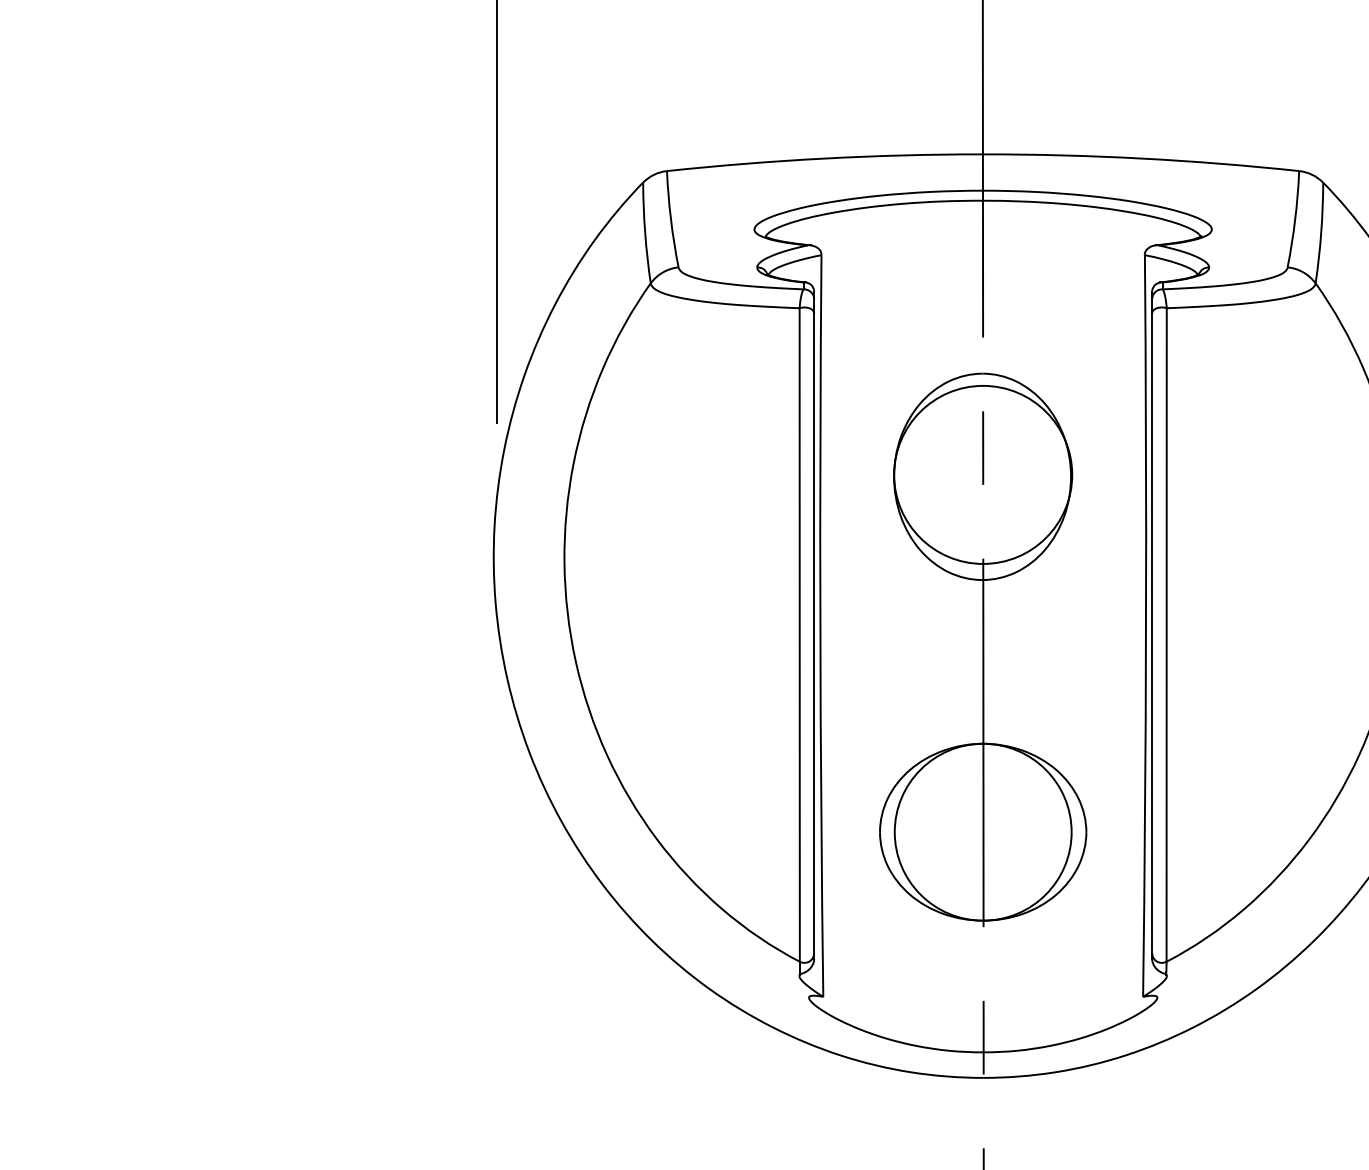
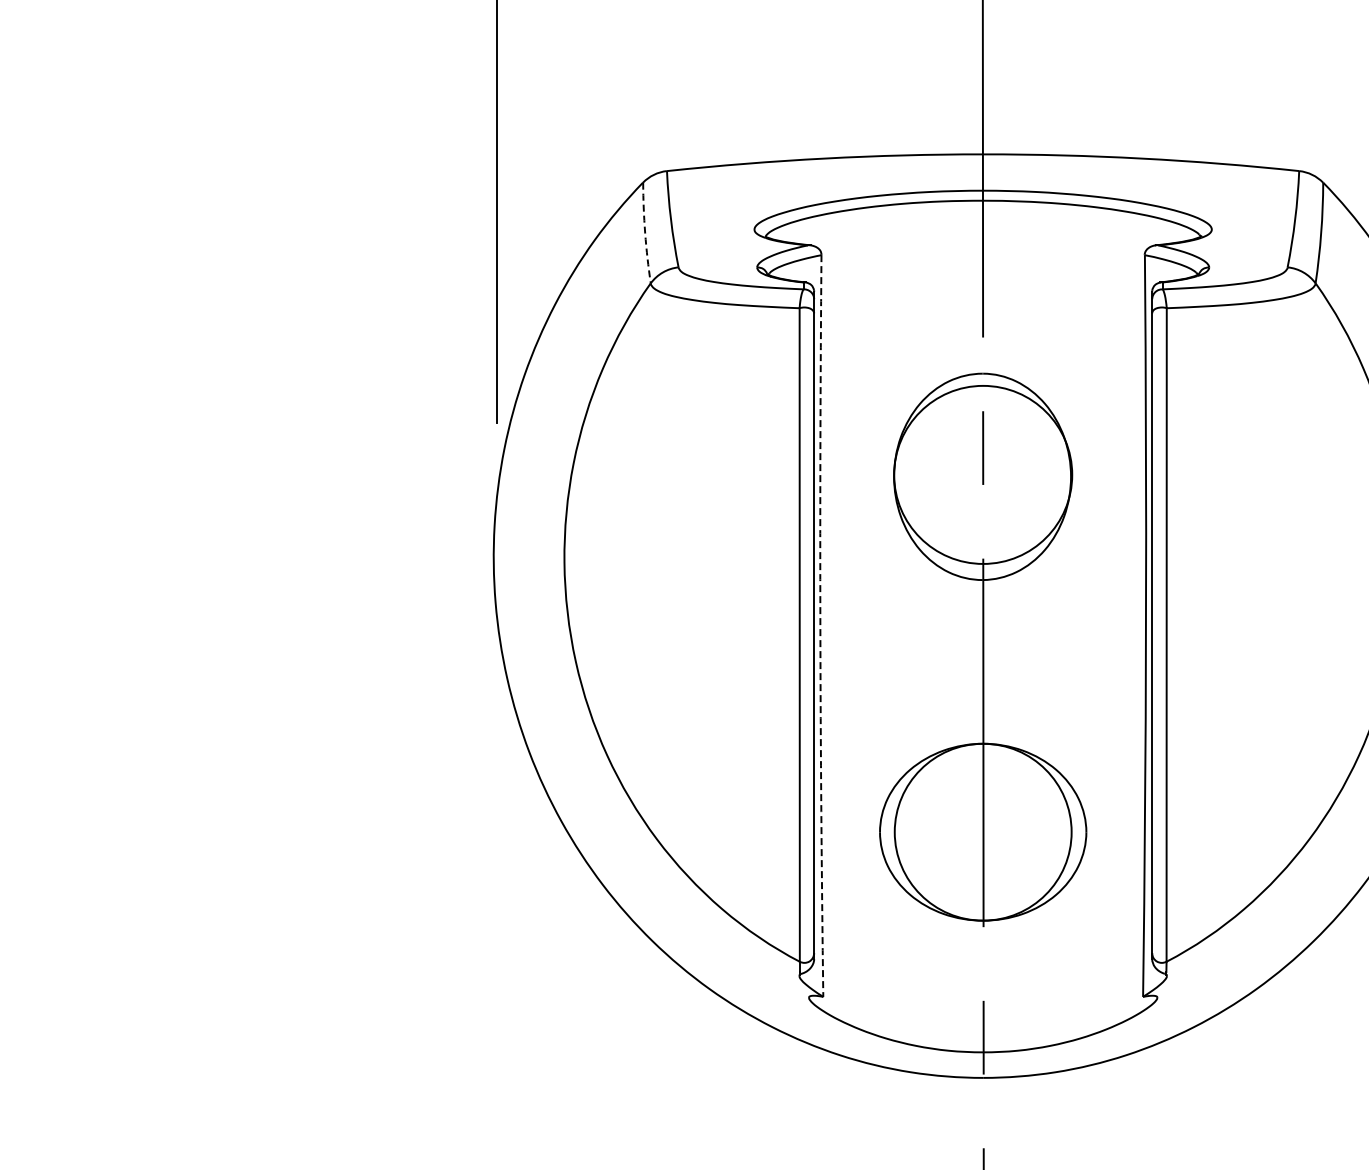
arc at (645, 233): solid -> dashed
arc at (820, 626): solid -> dashed
